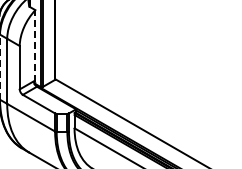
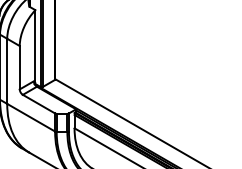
line at (35, 45): dashed -> solid
line at (0, 67): dashed -> solid
